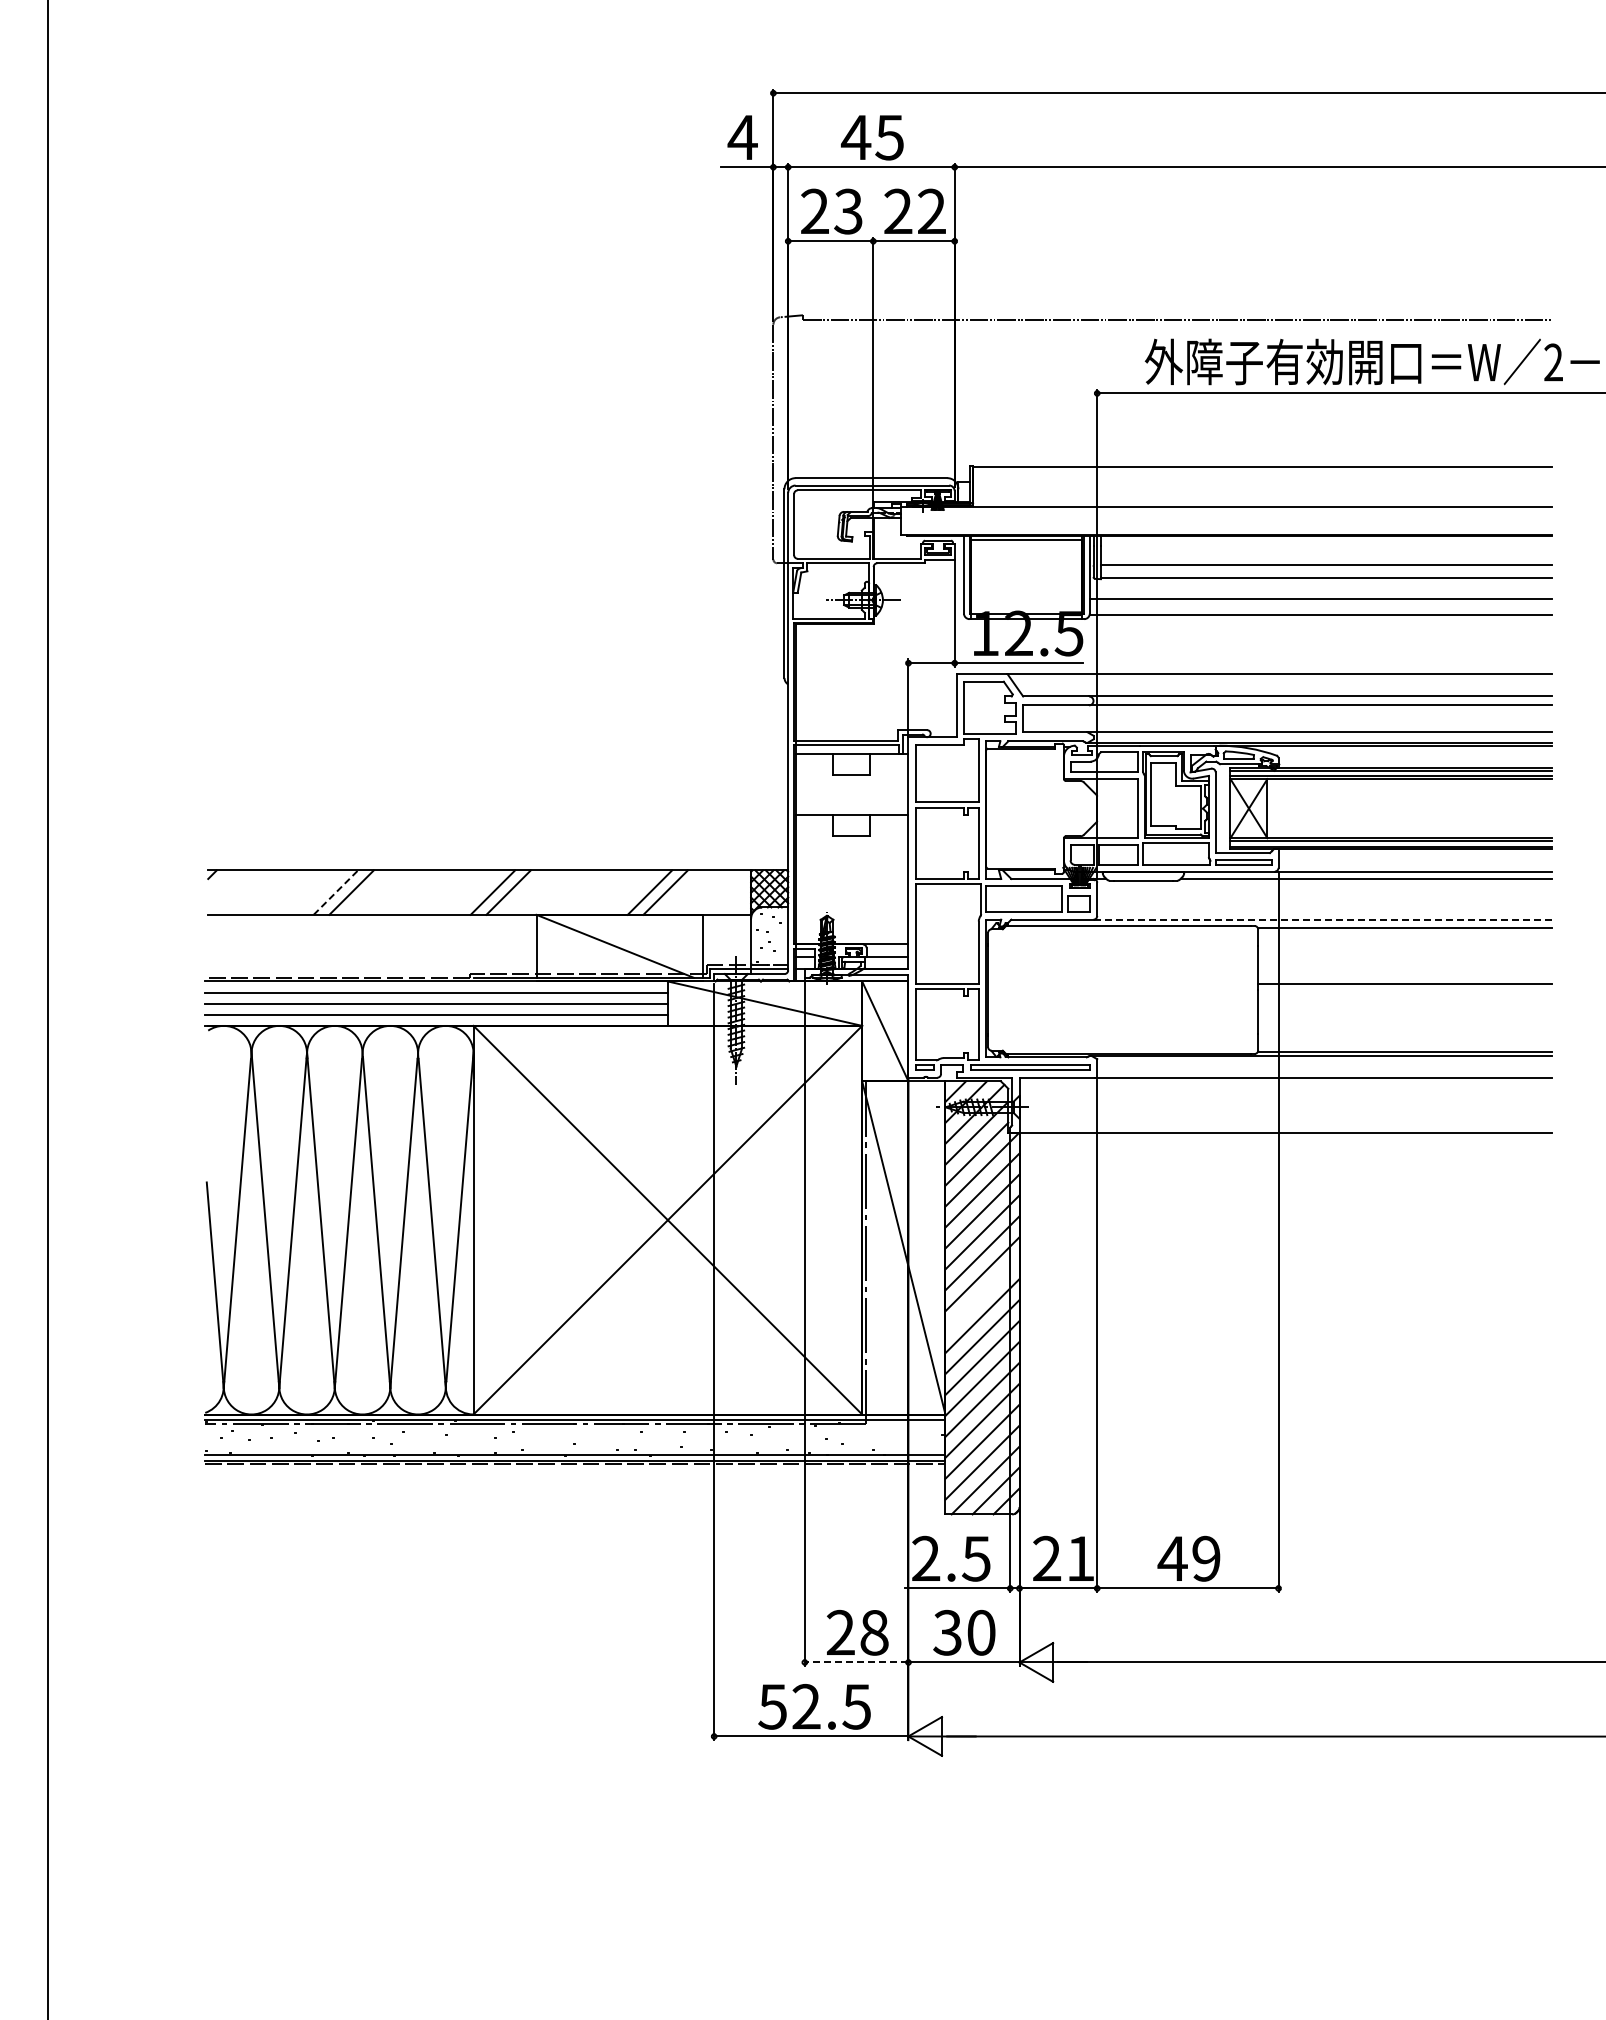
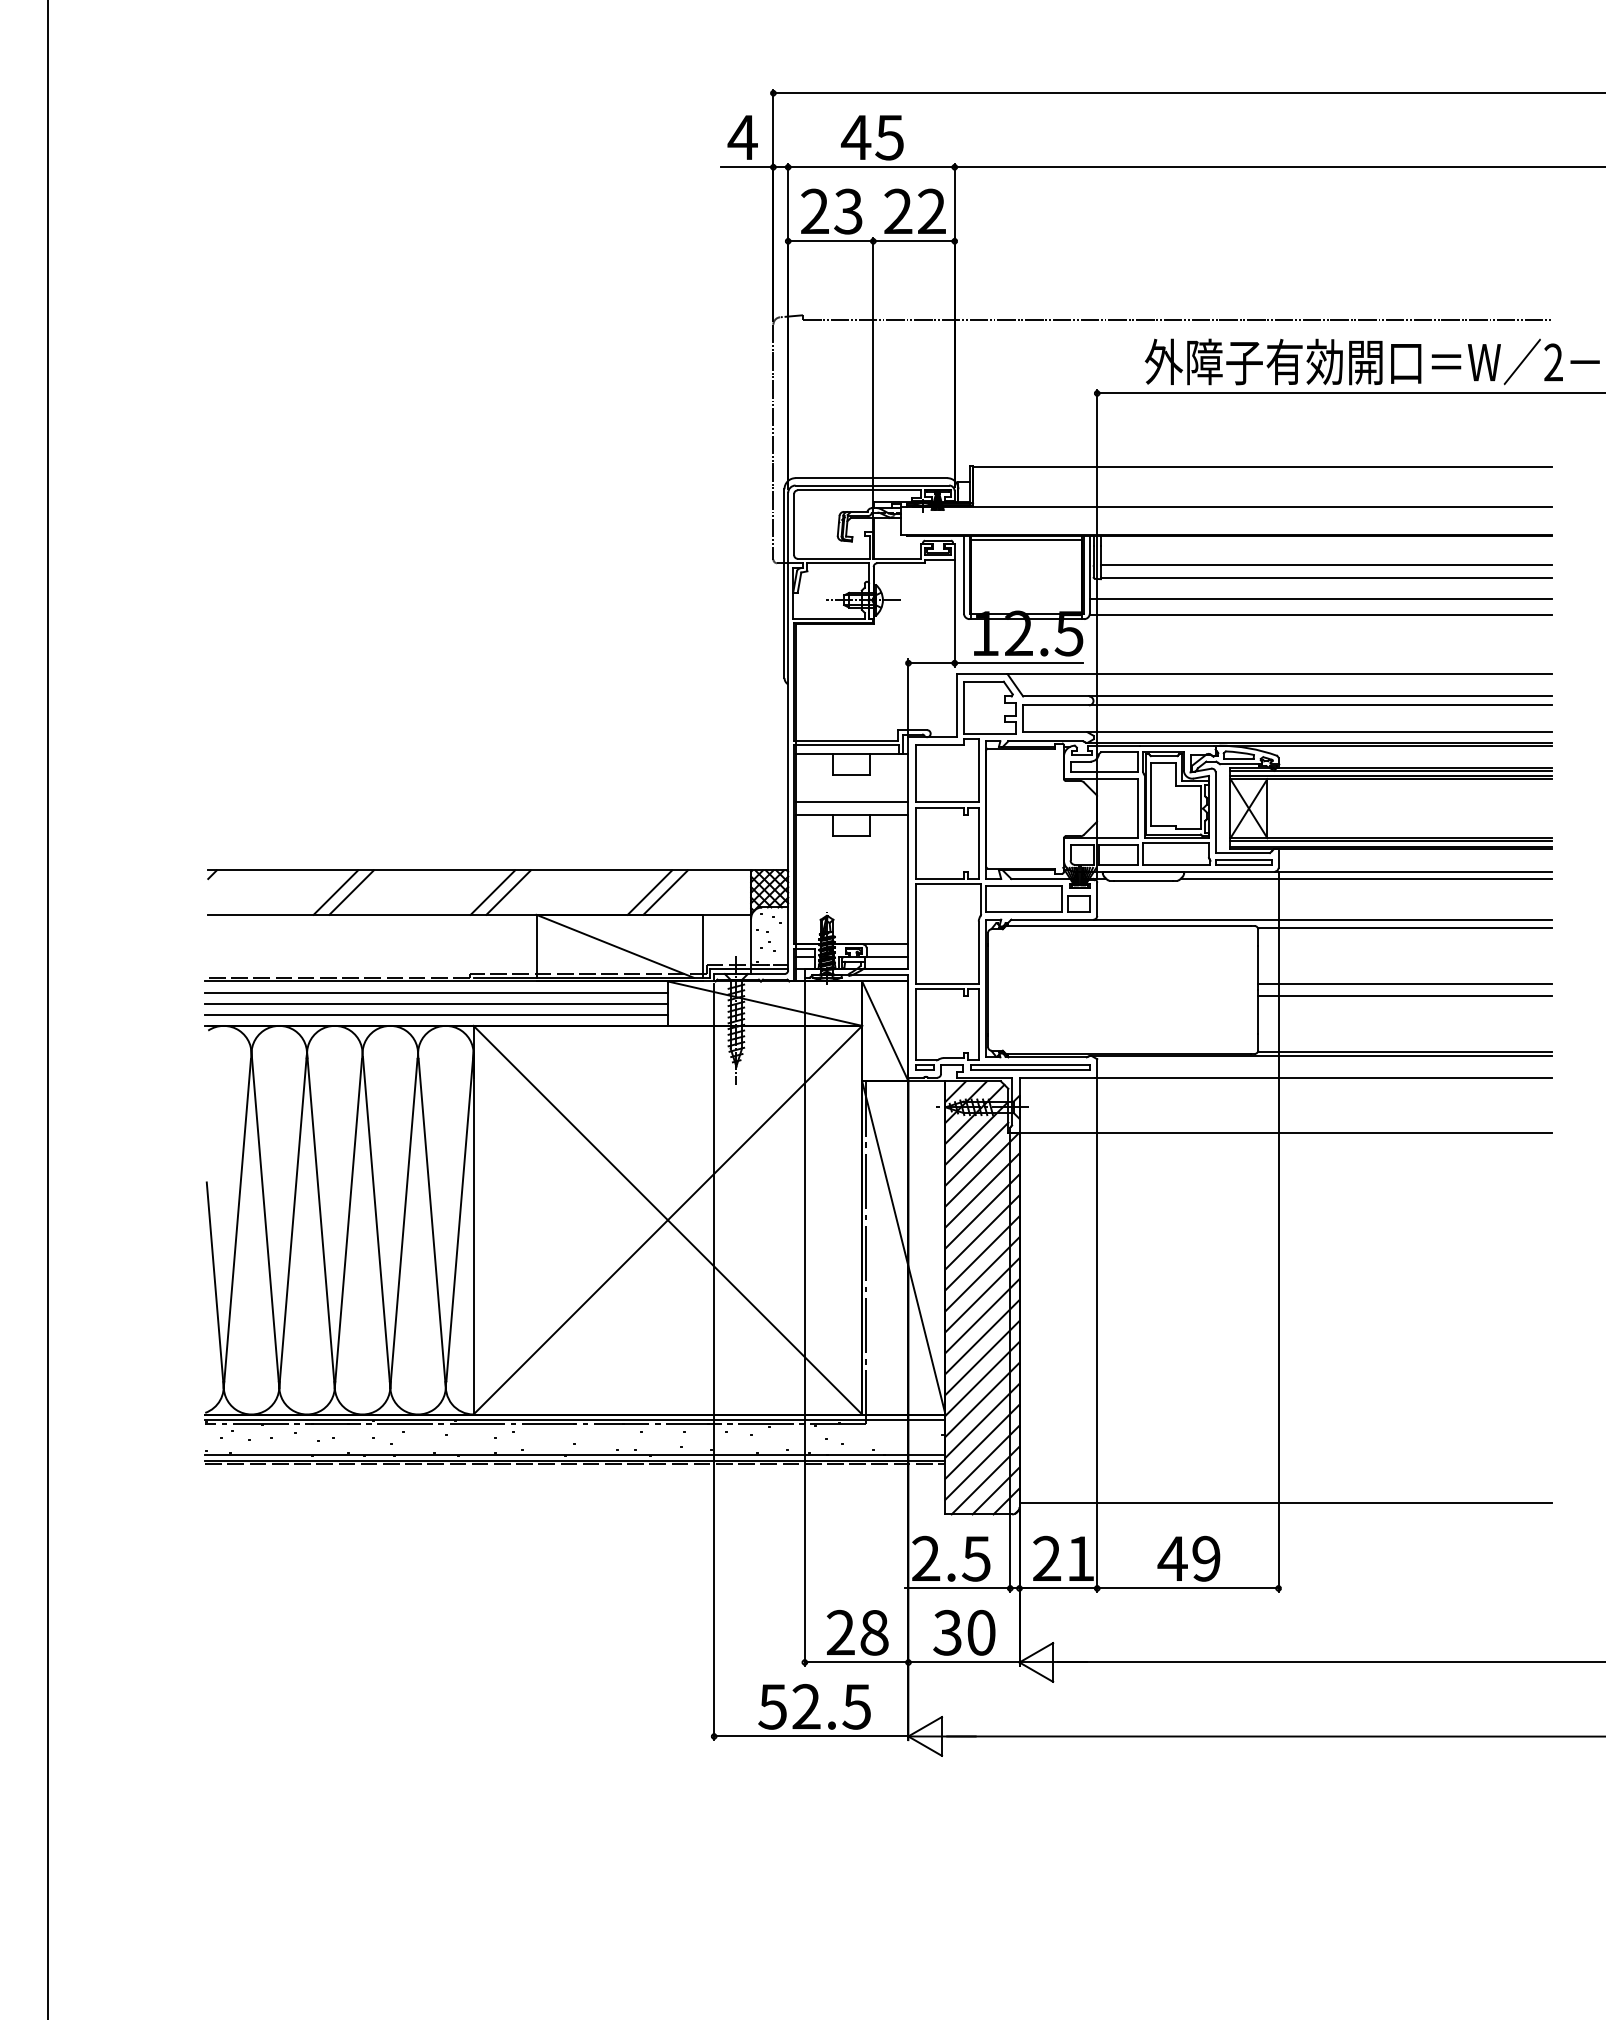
line at (851, 801): none -> present
line at (336, 892): dashed -> solid
line at (1323, 919): dashed -> solid
line at (1405, 996): none -> present
line at (982, 1295): none -> present
line at (1285, 1503): none -> present
line at (856, 1662): dashed -> solid
